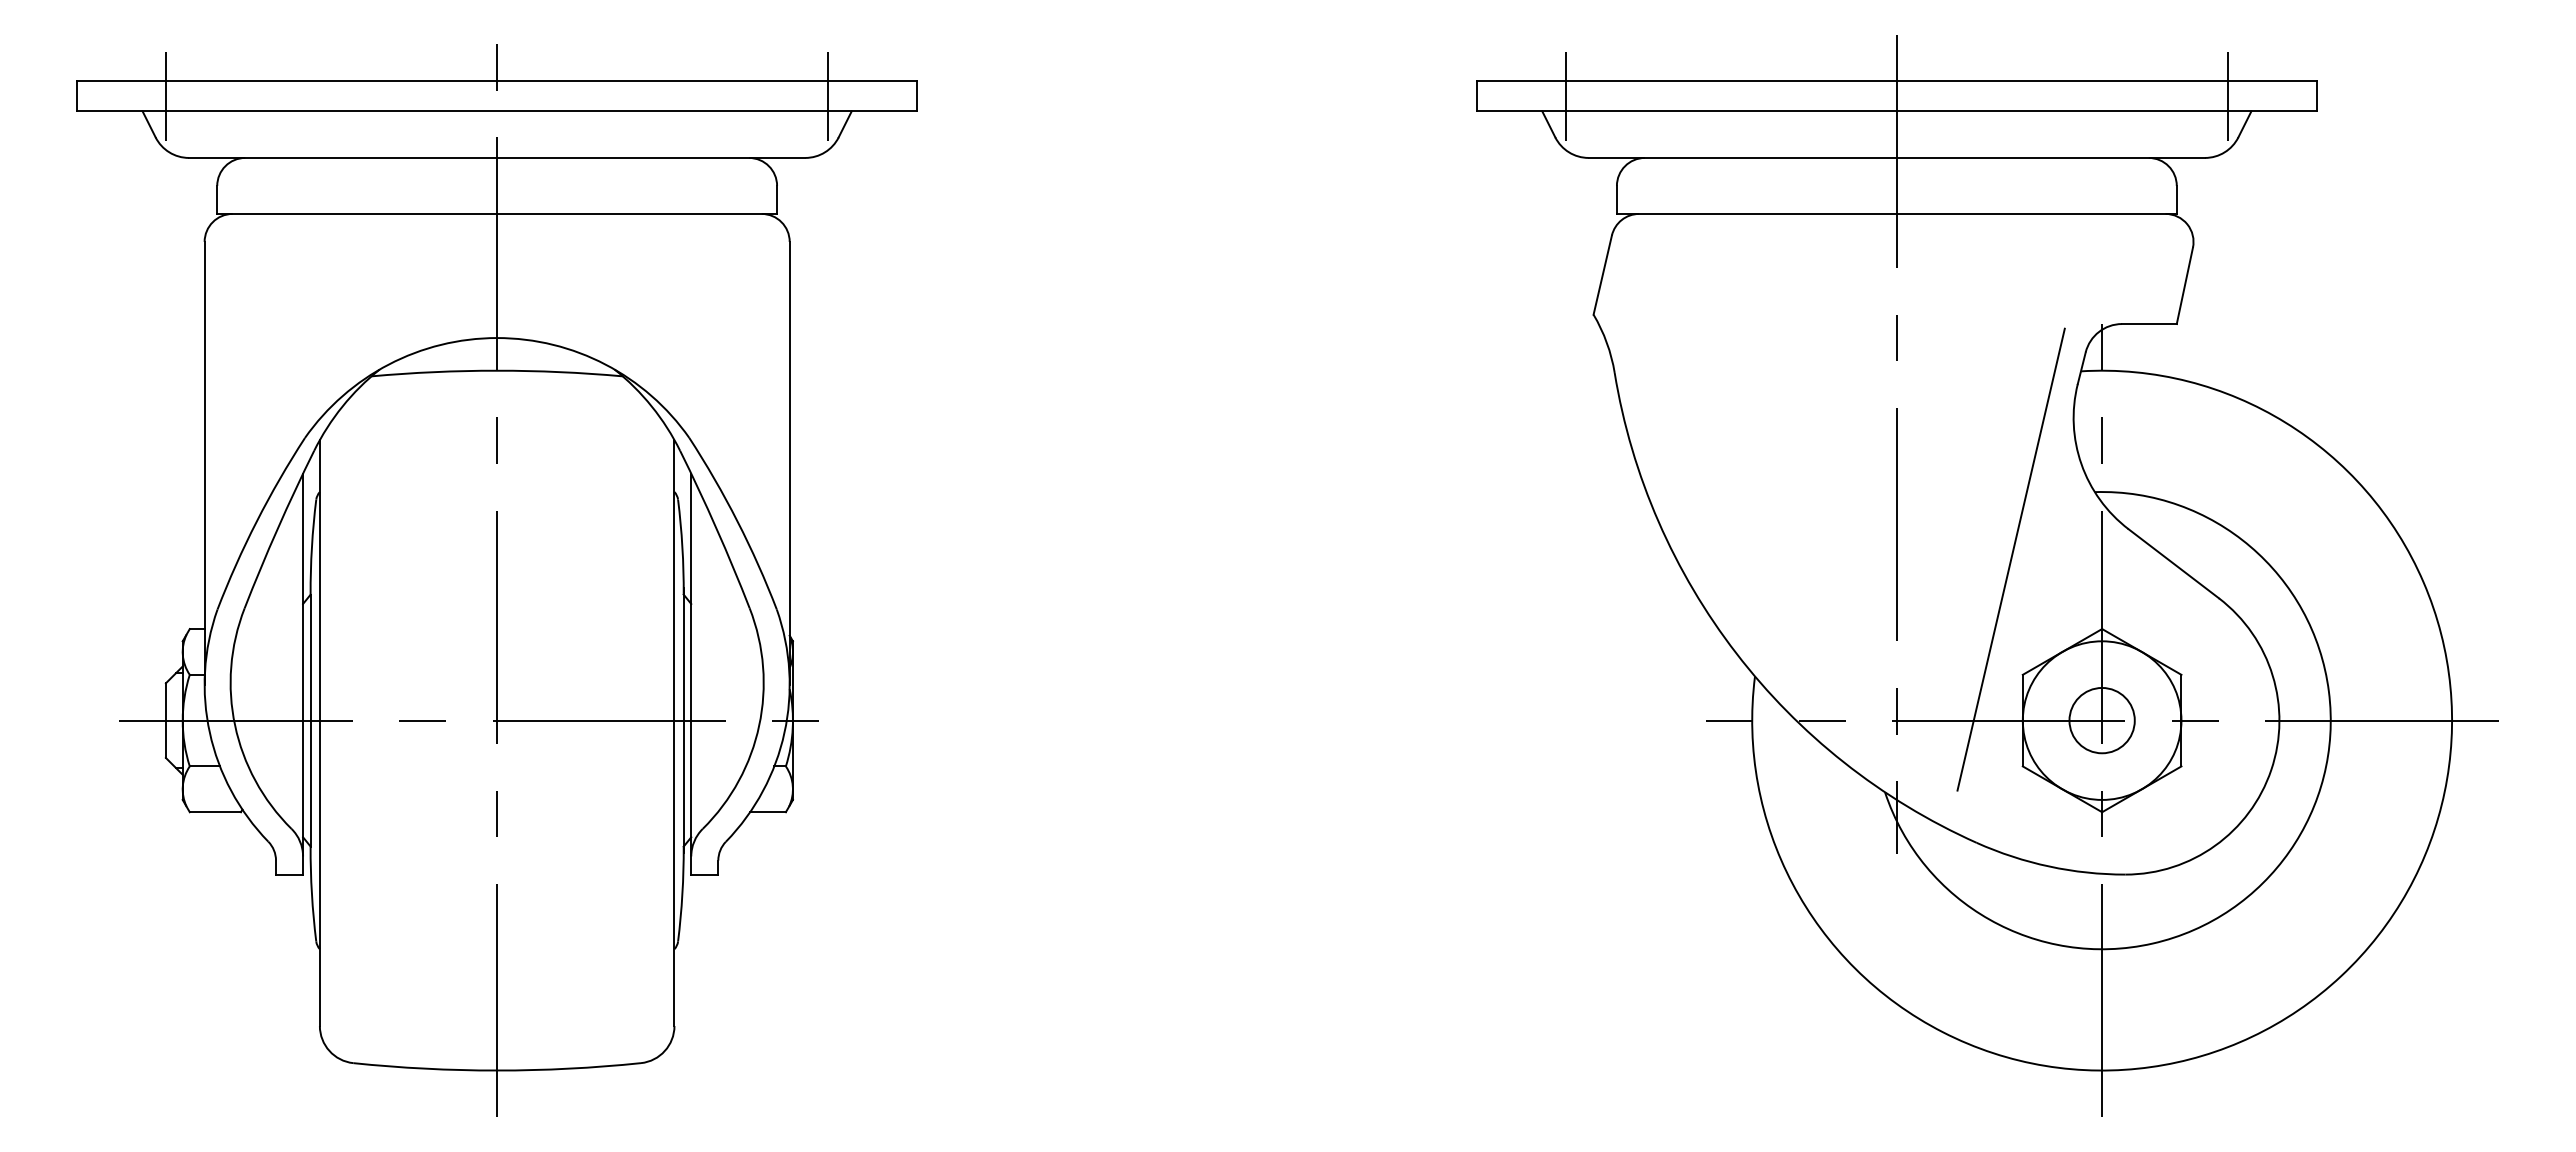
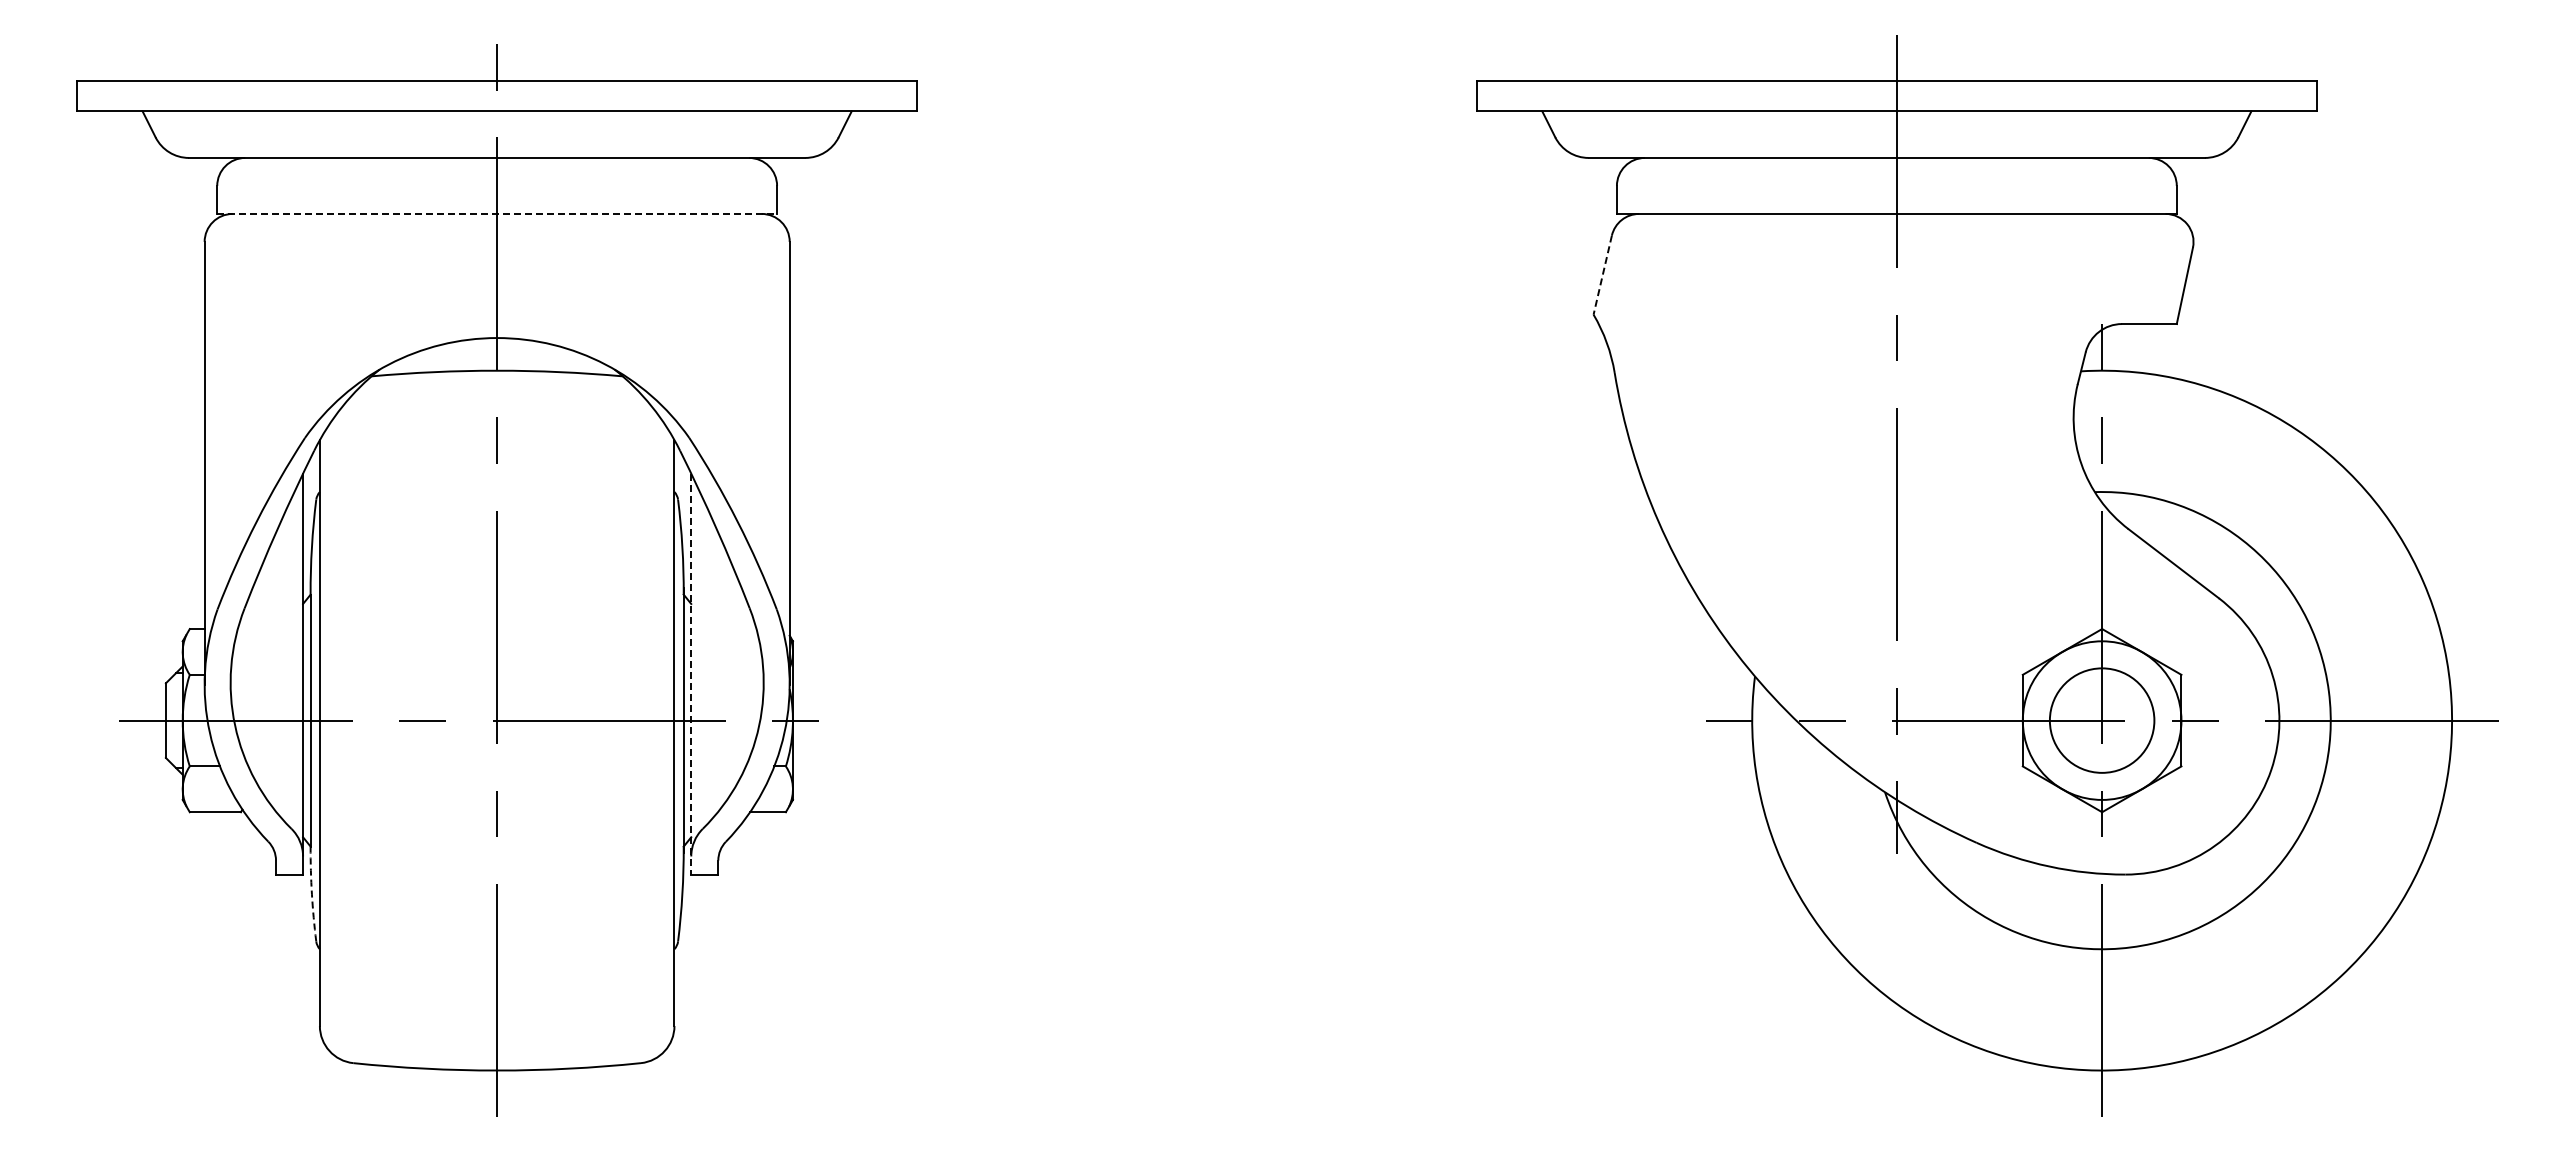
line at (165, 96): present -> none
line at (828, 96): present -> none
line at (1565, 96): present -> none
line at (2228, 96): present -> none
line at (497, 213): solid -> dashed
line at (1602, 275): solid -> dashed
line at (2010, 559): present -> none
line at (691, 674): solid -> dashed
circle at (2101, 720) diameter: 65 px -> 105 px
arc at (311, 894): solid -> dashed
